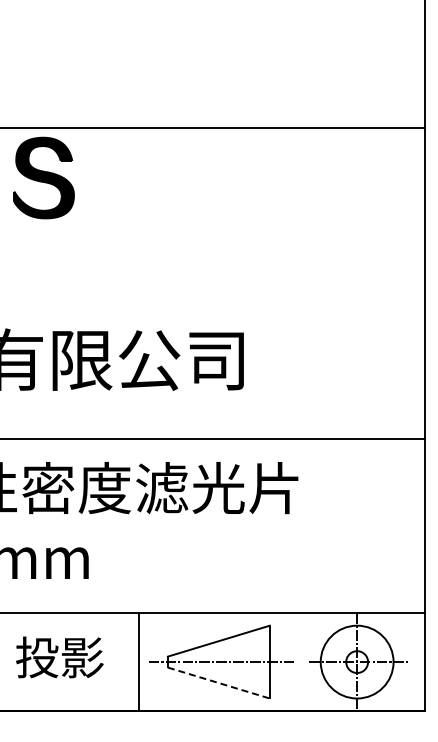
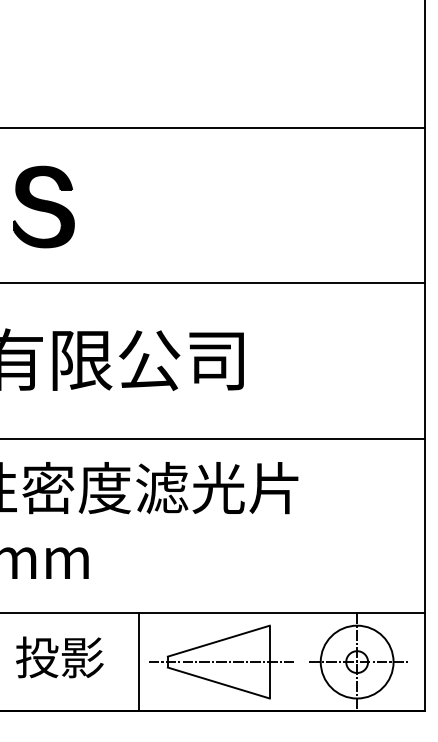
part at (43, 177) position: (43, 177) -> (43, 206)
line at (213, 283): none -> present
line at (219, 683): dashed -> solid
